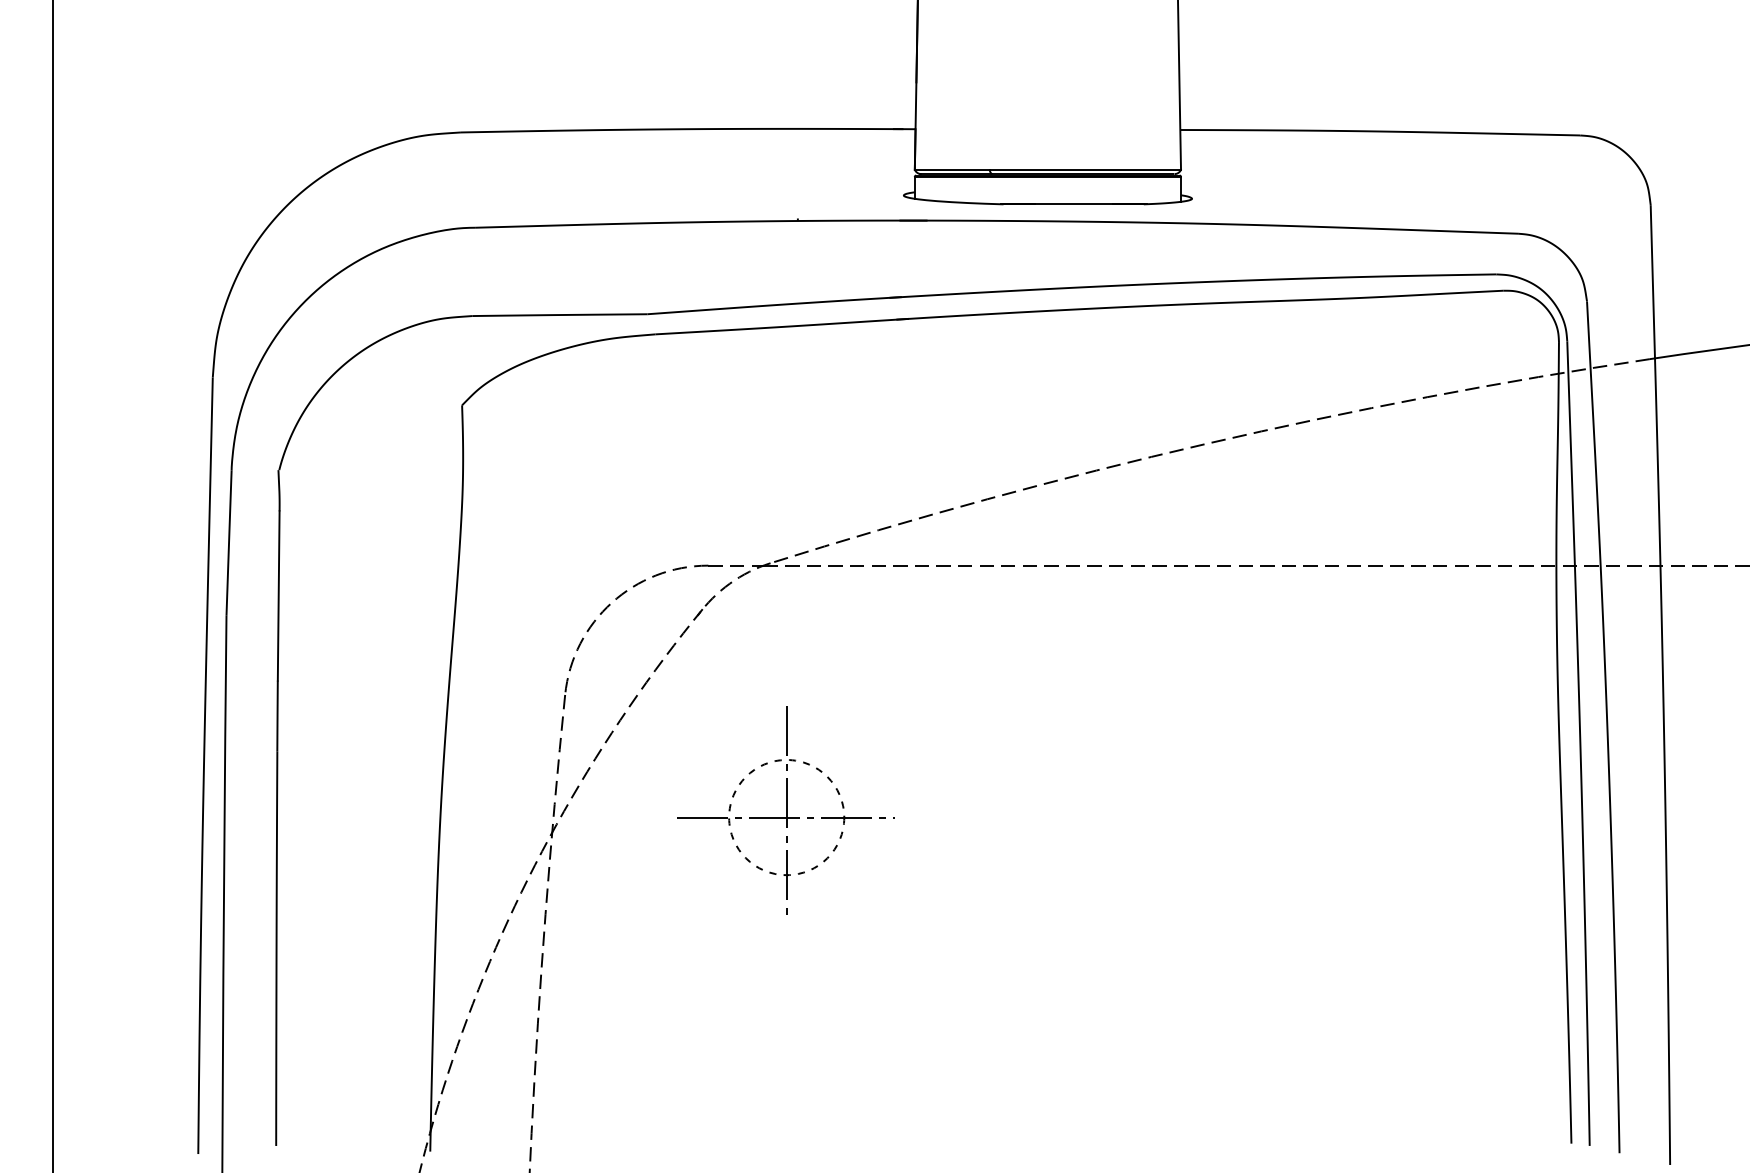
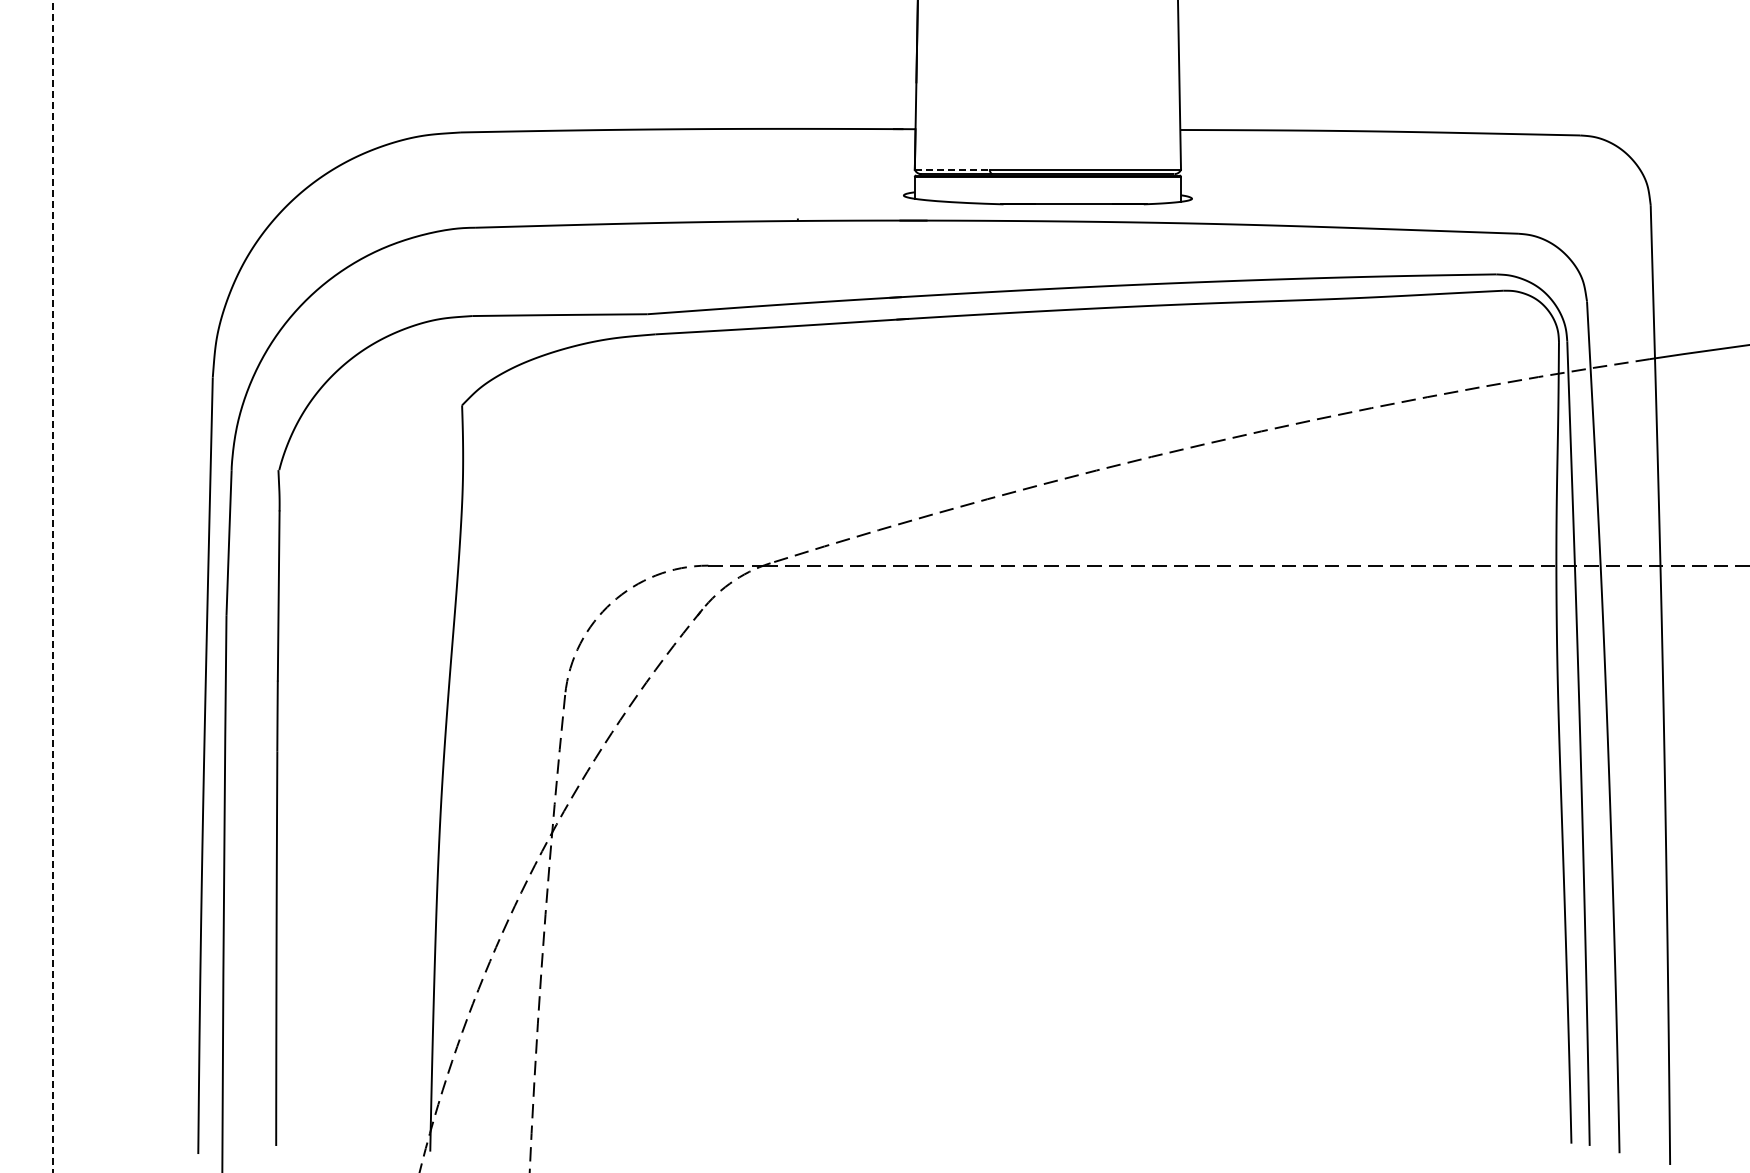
line at (952, 169): solid -> dashed
line at (52, 586): solid -> dashed
part at (785, 810): present -> none
